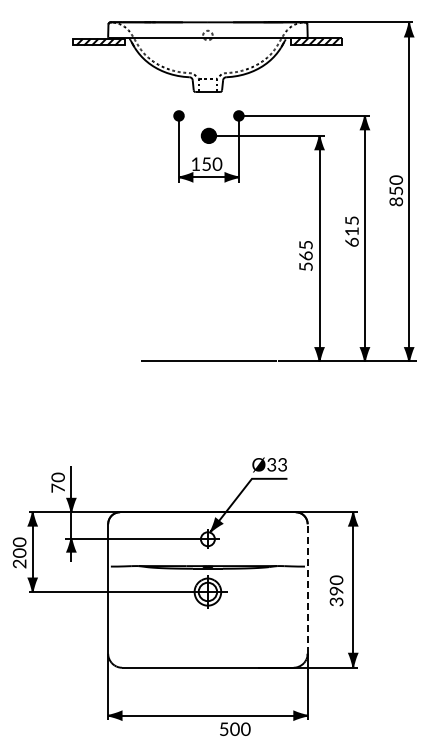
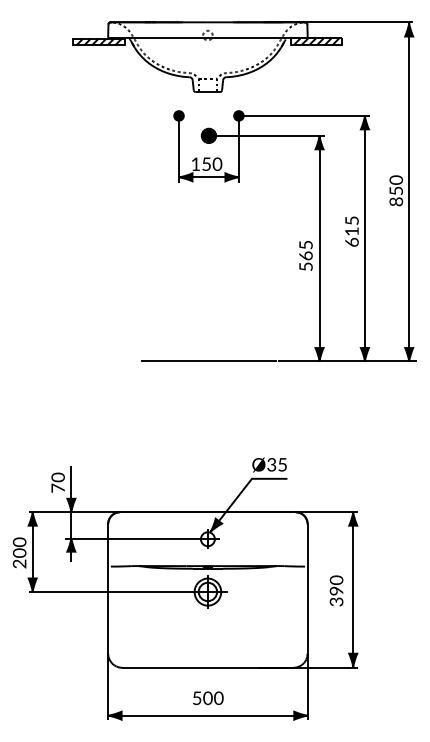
text at (282, 464): Ø33 -> Ø35
line at (307, 589): dashed -> solid
text at (235, 728) position: (235, 728) -> (208, 697)
